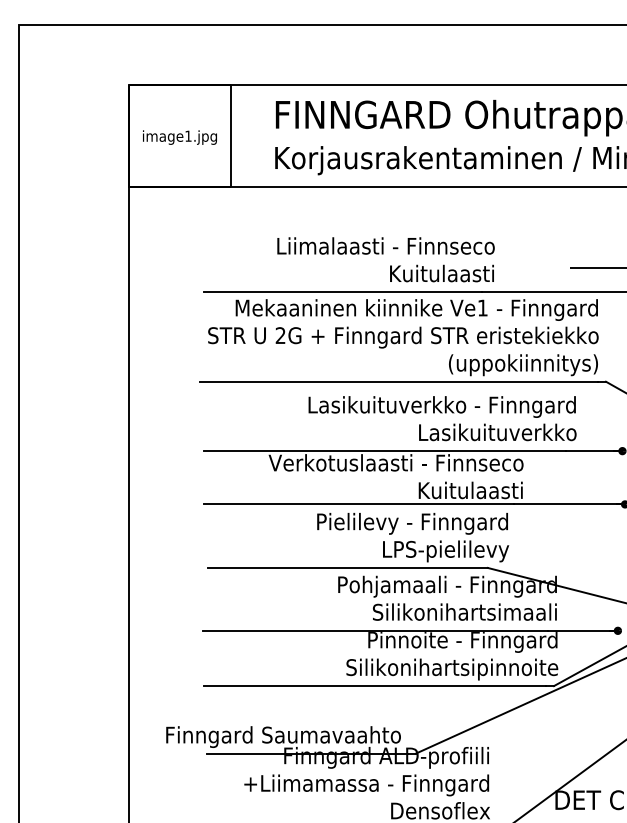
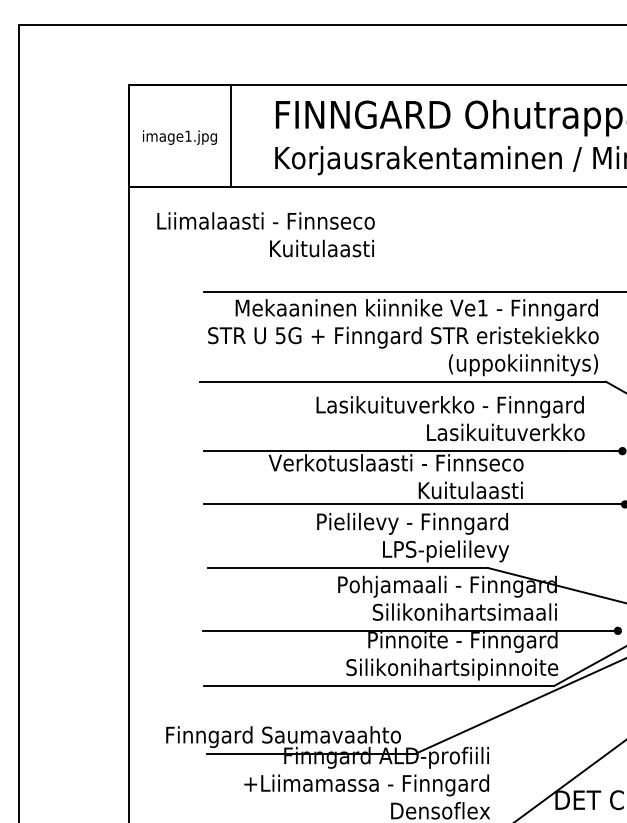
text at (385, 259) position: (385, 259) -> (265, 234)
line at (596, 268): present -> none
text at (280, 335): 2G -> 5G
text at (442, 418) position: (442, 418) -> (450, 418)
